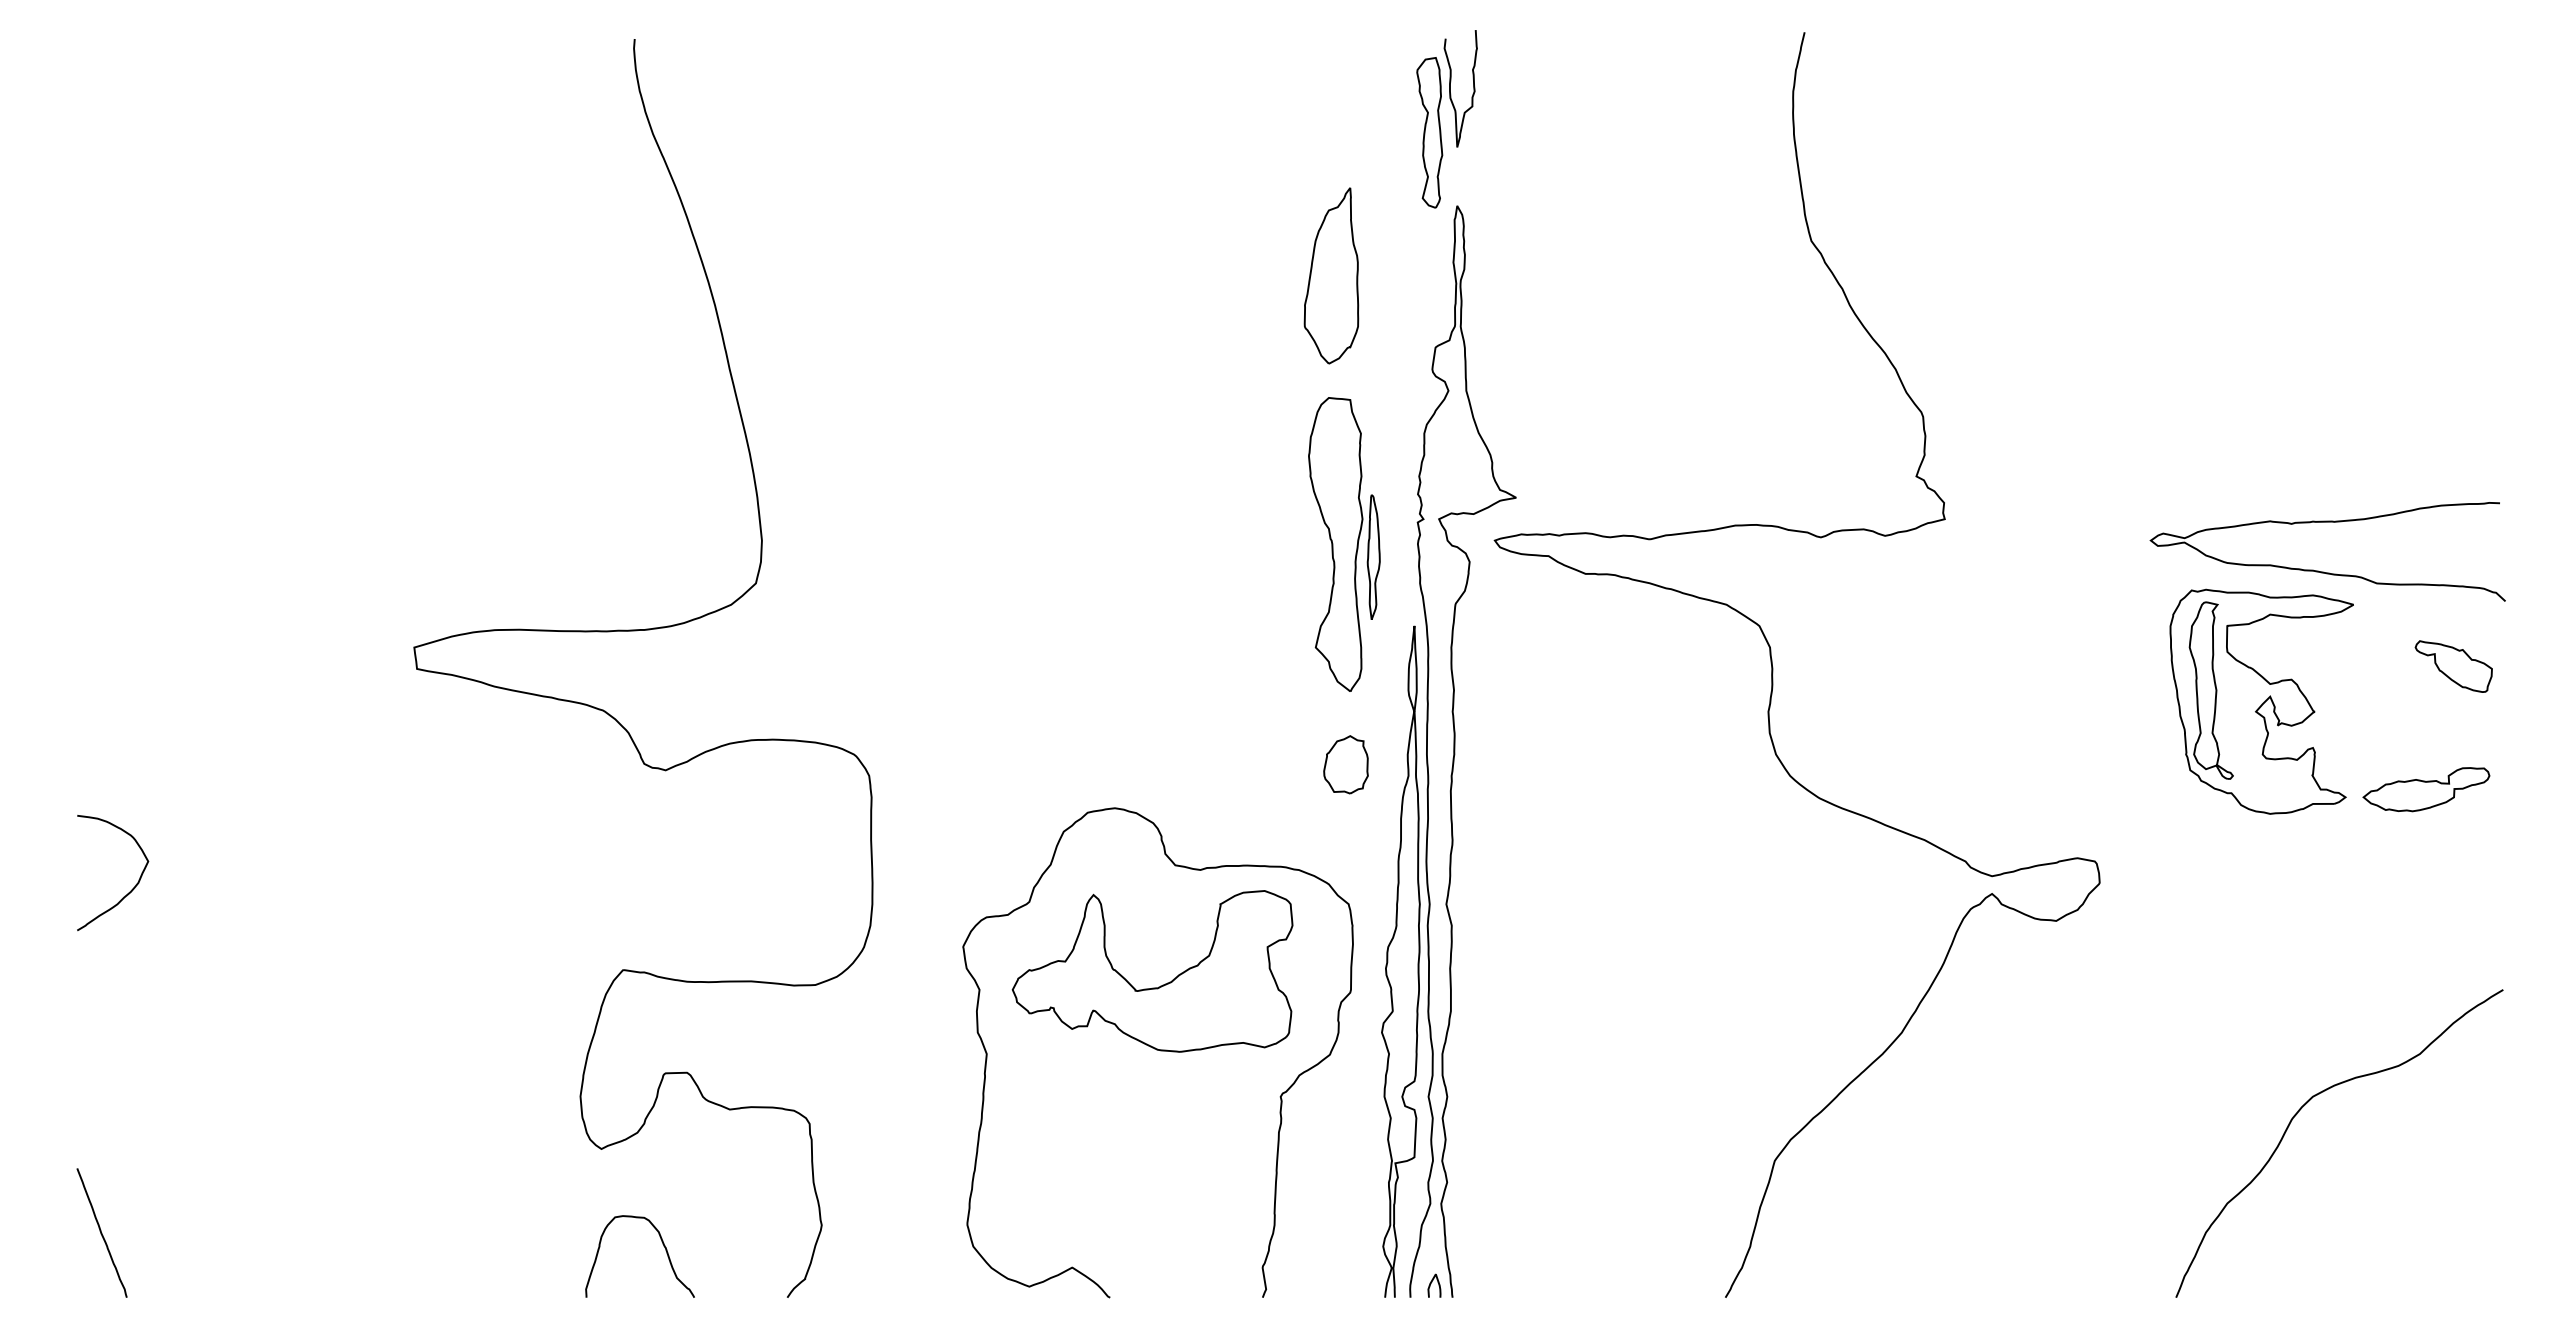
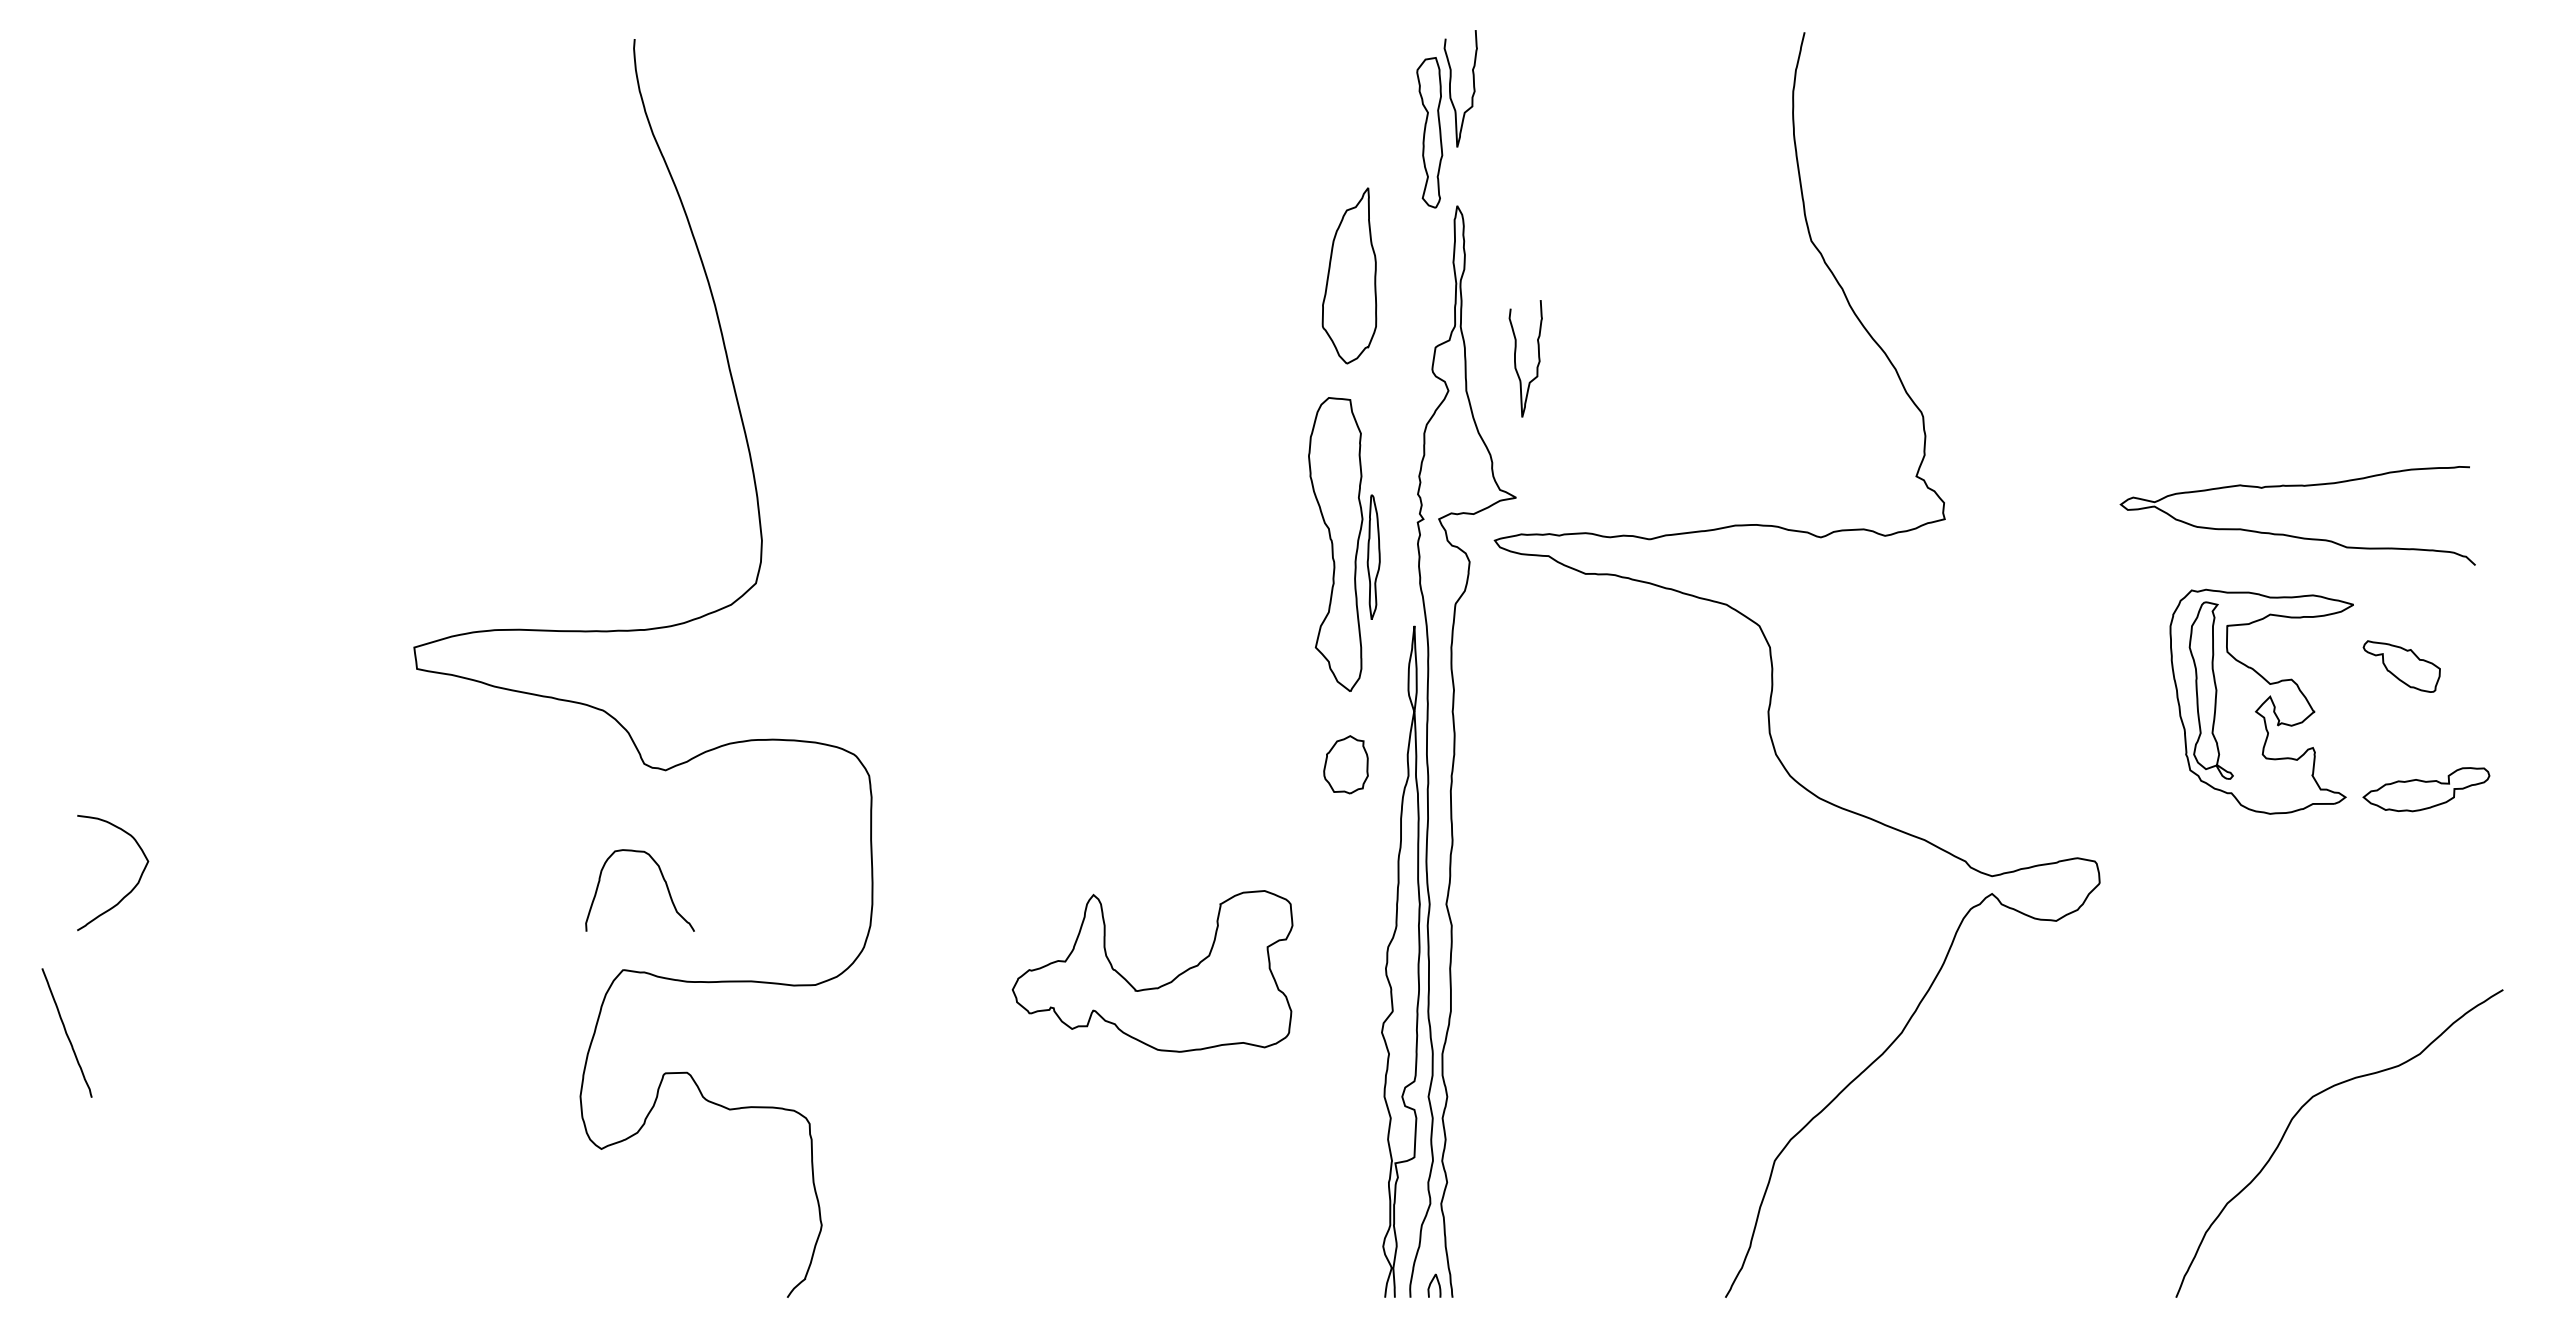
part at (1331, 275) position: (1331, 275) -> (1349, 275)
curve at (1515, 358): none -> present
curve at (2323, 571) position: (2323, 571) -> (2293, 535)
part at (2453, 666) position: (2453, 666) -> (2401, 666)
curve at (1279, 1096): present -> none
curve at (101, 1232) position: (101, 1232) -> (66, 1032)
curve at (662, 1244) position: (662, 1244) -> (662, 878)
